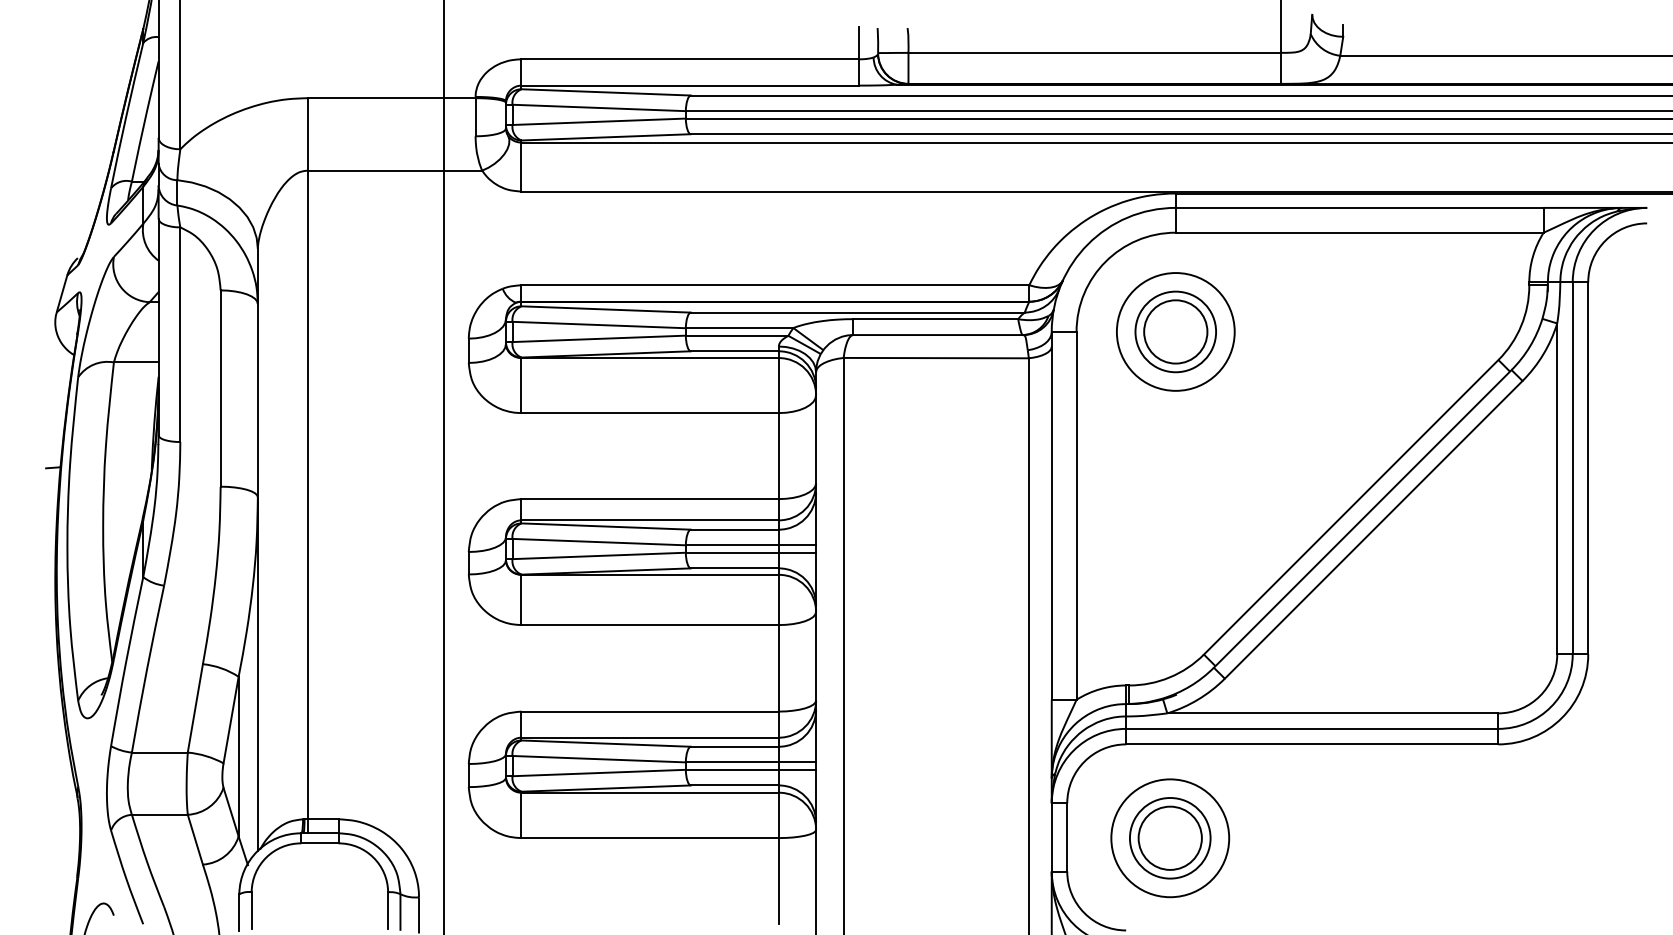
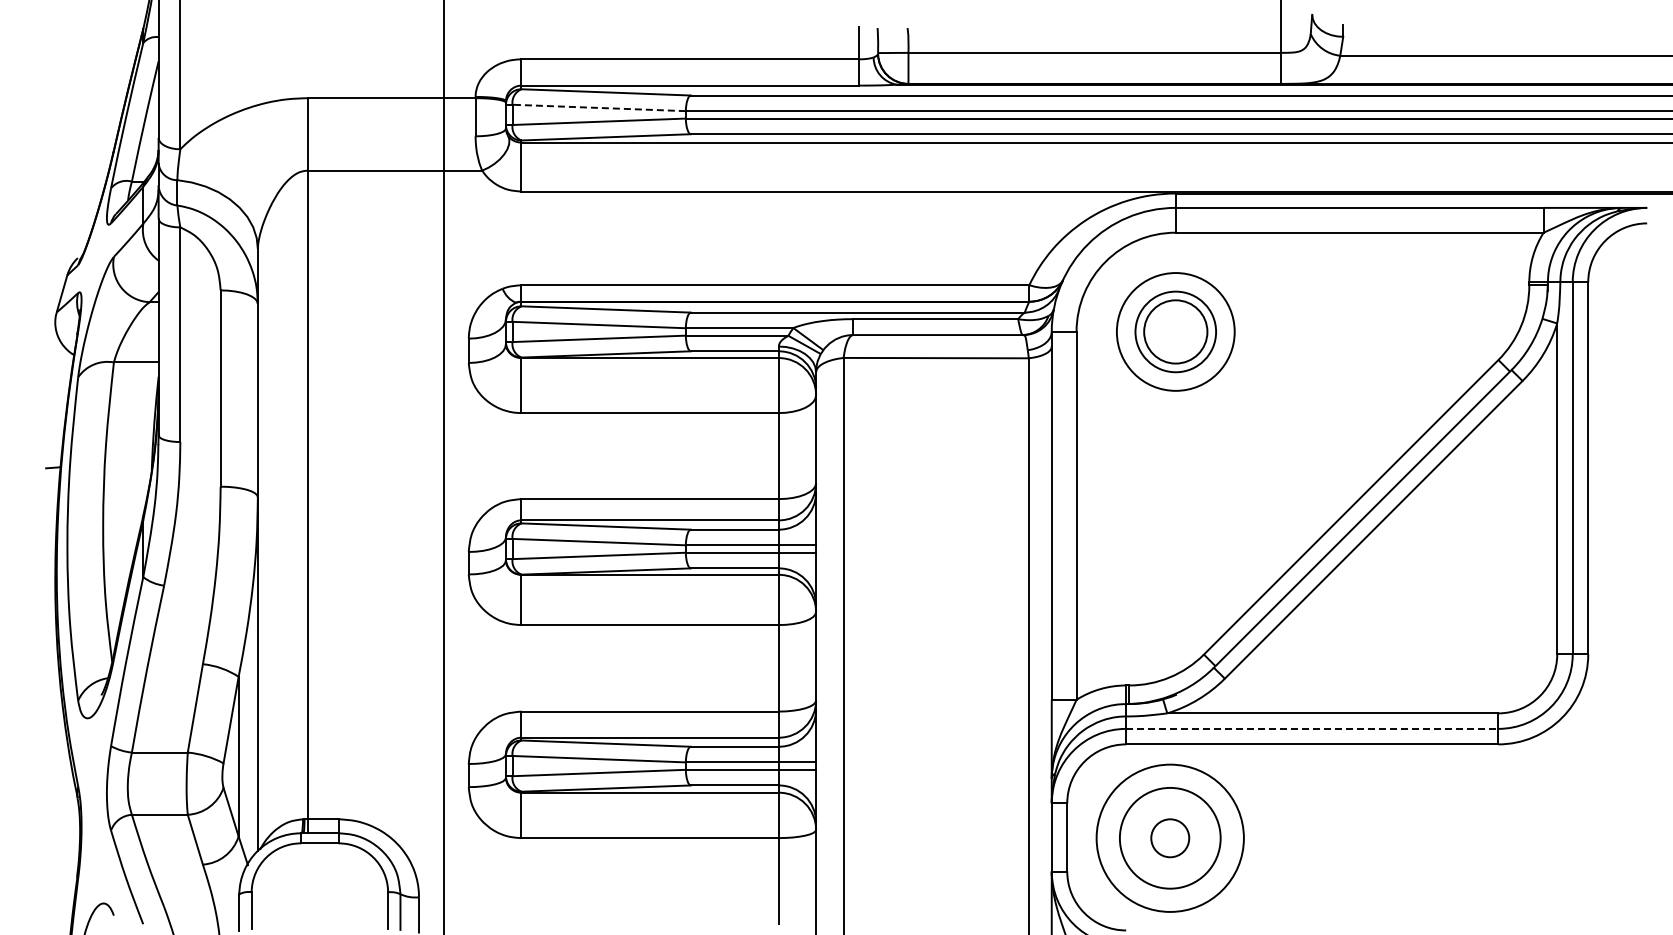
line at (599, 107): solid -> dashed
line at (1312, 728): solid -> dashed
circle at (1169, 837) diameter: 63 px -> 38 px
circle at (1169, 837) diameter: 81 px -> 101 px
circle at (1170, 838) diameter: 118 px -> 147 px
